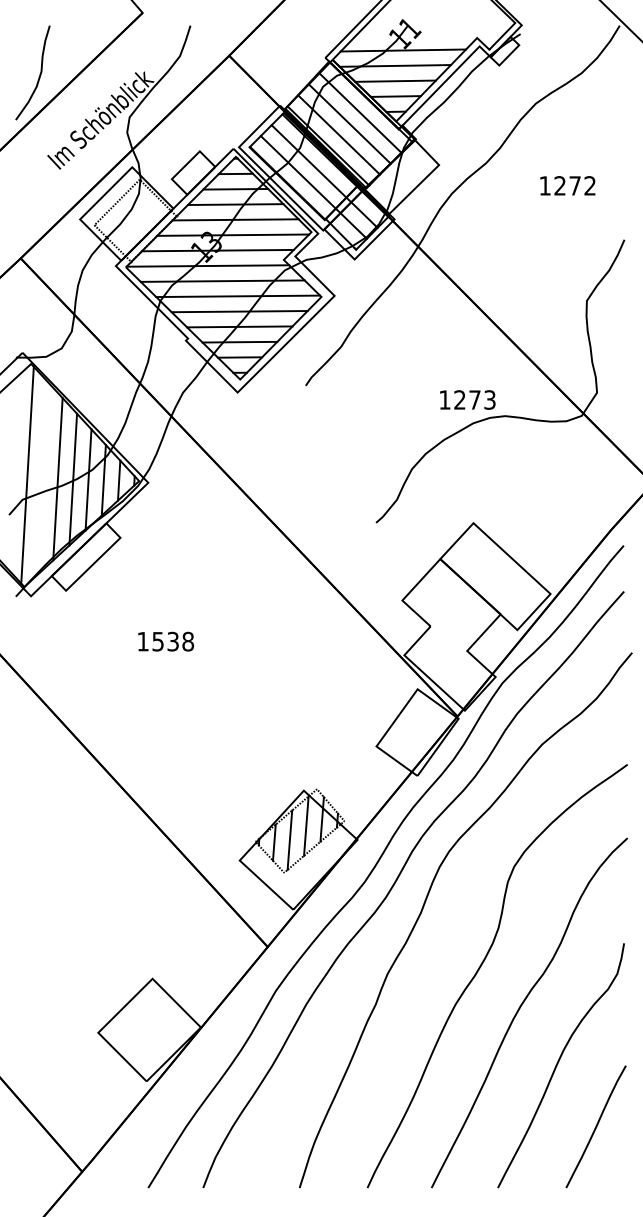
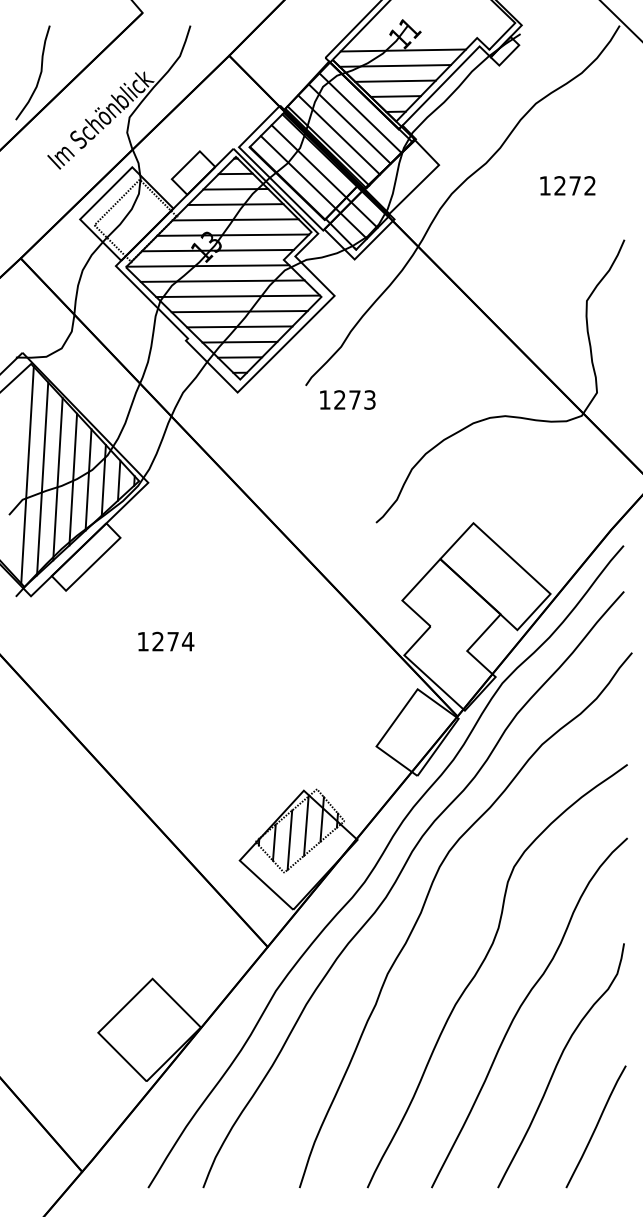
text at (467, 399) position: (467, 399) -> (347, 399)
line at (42, 478): none -> present
text at (173, 641): 1538 -> 1274
